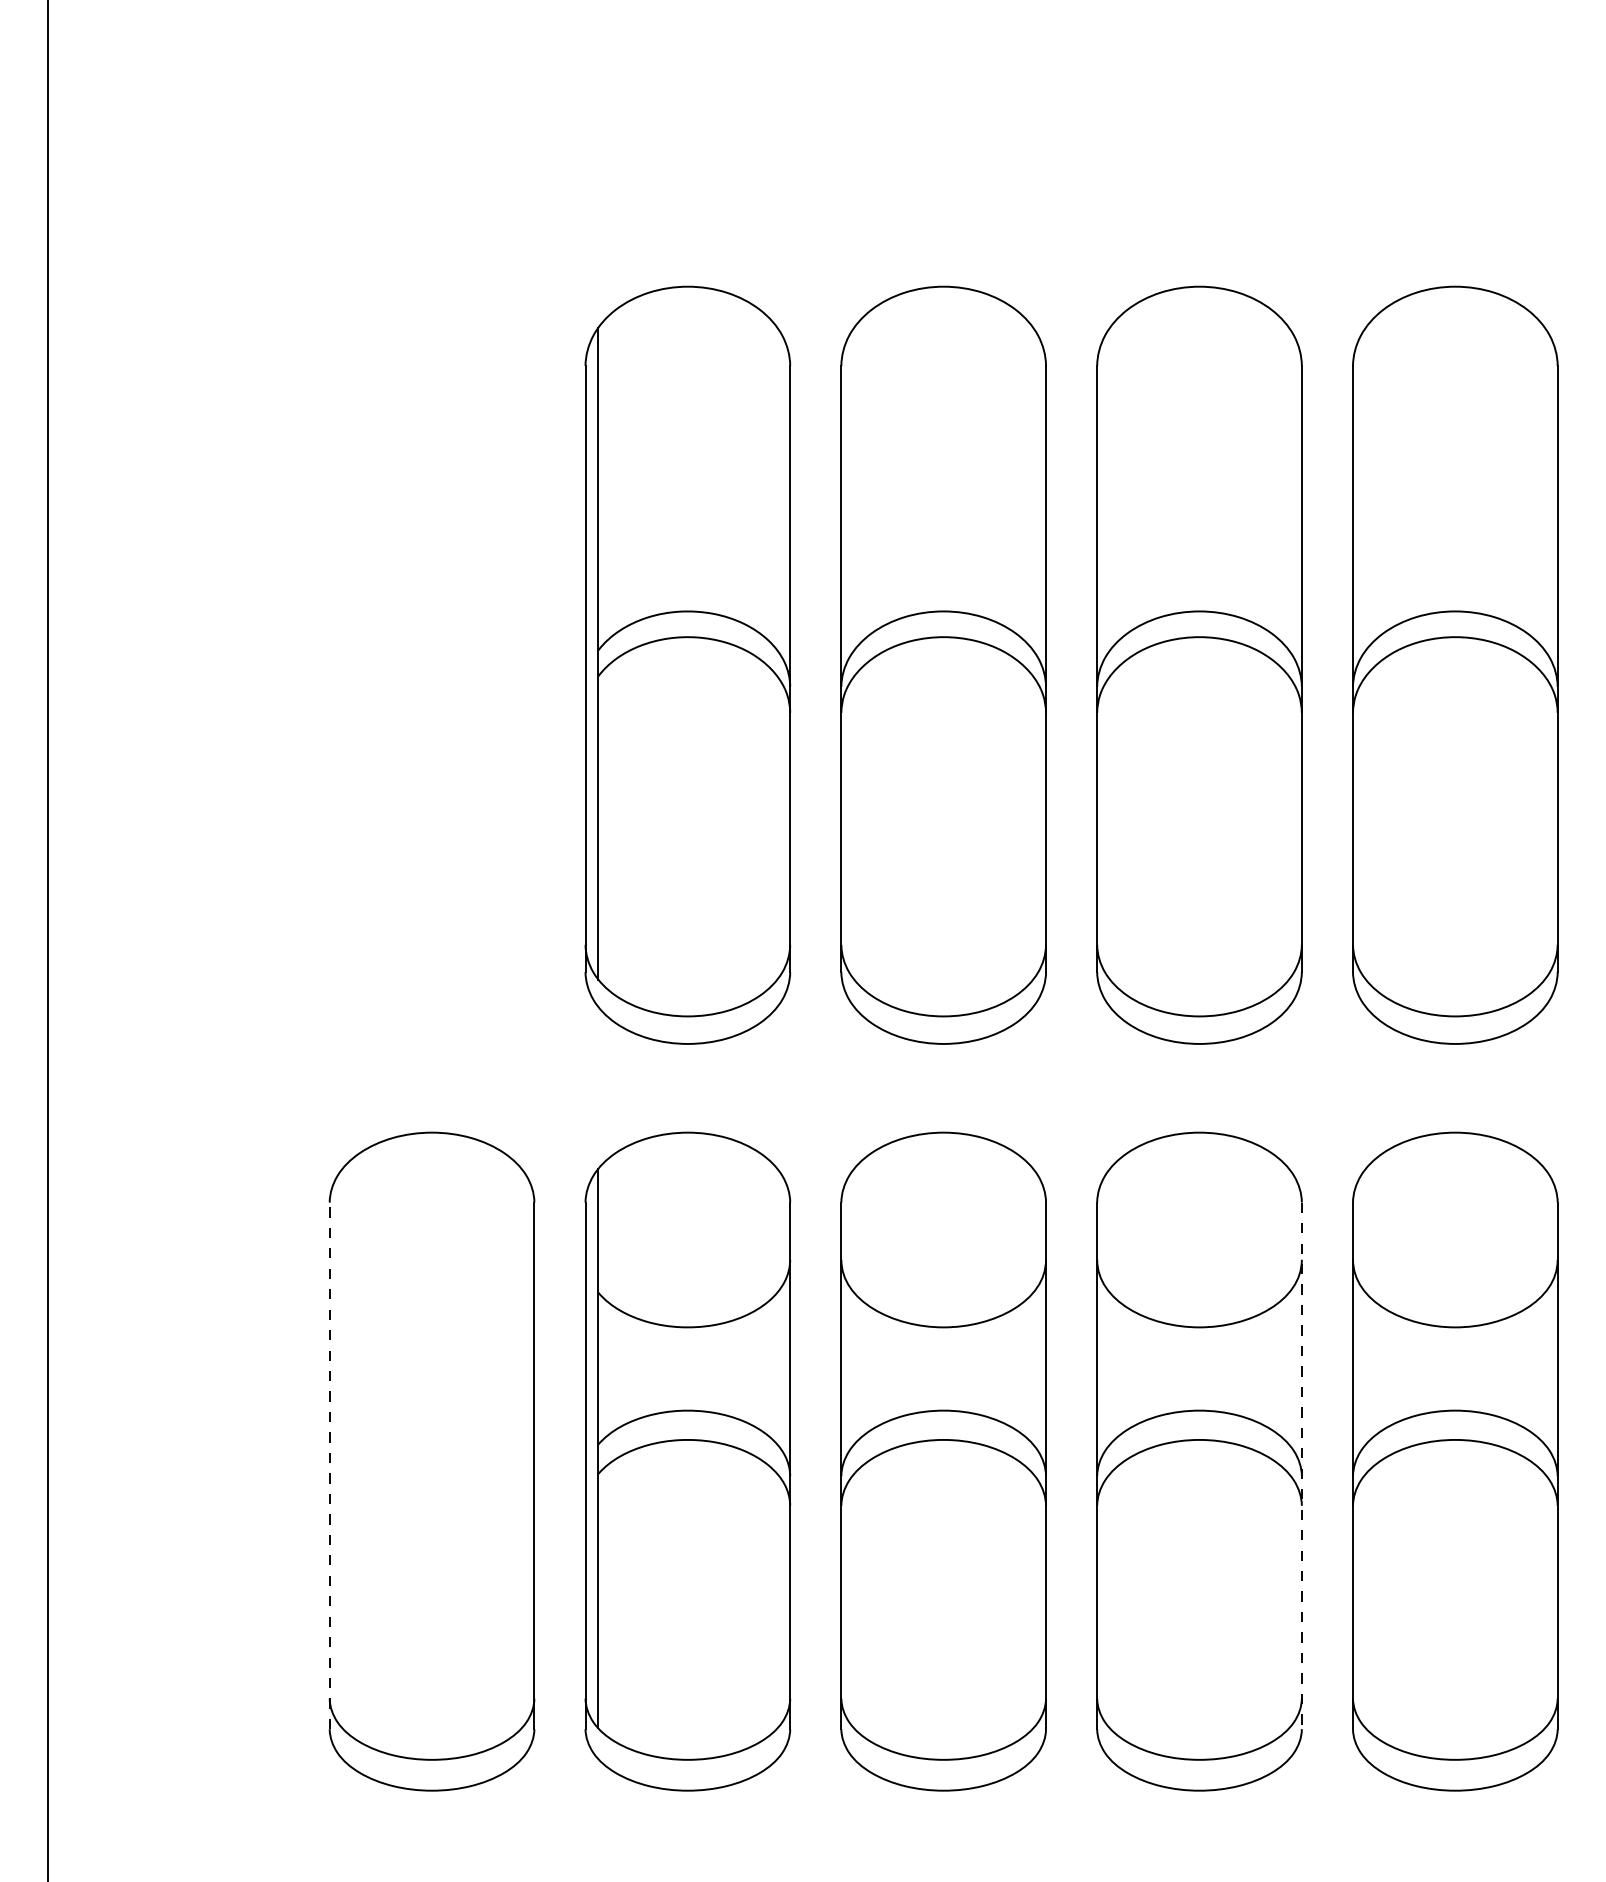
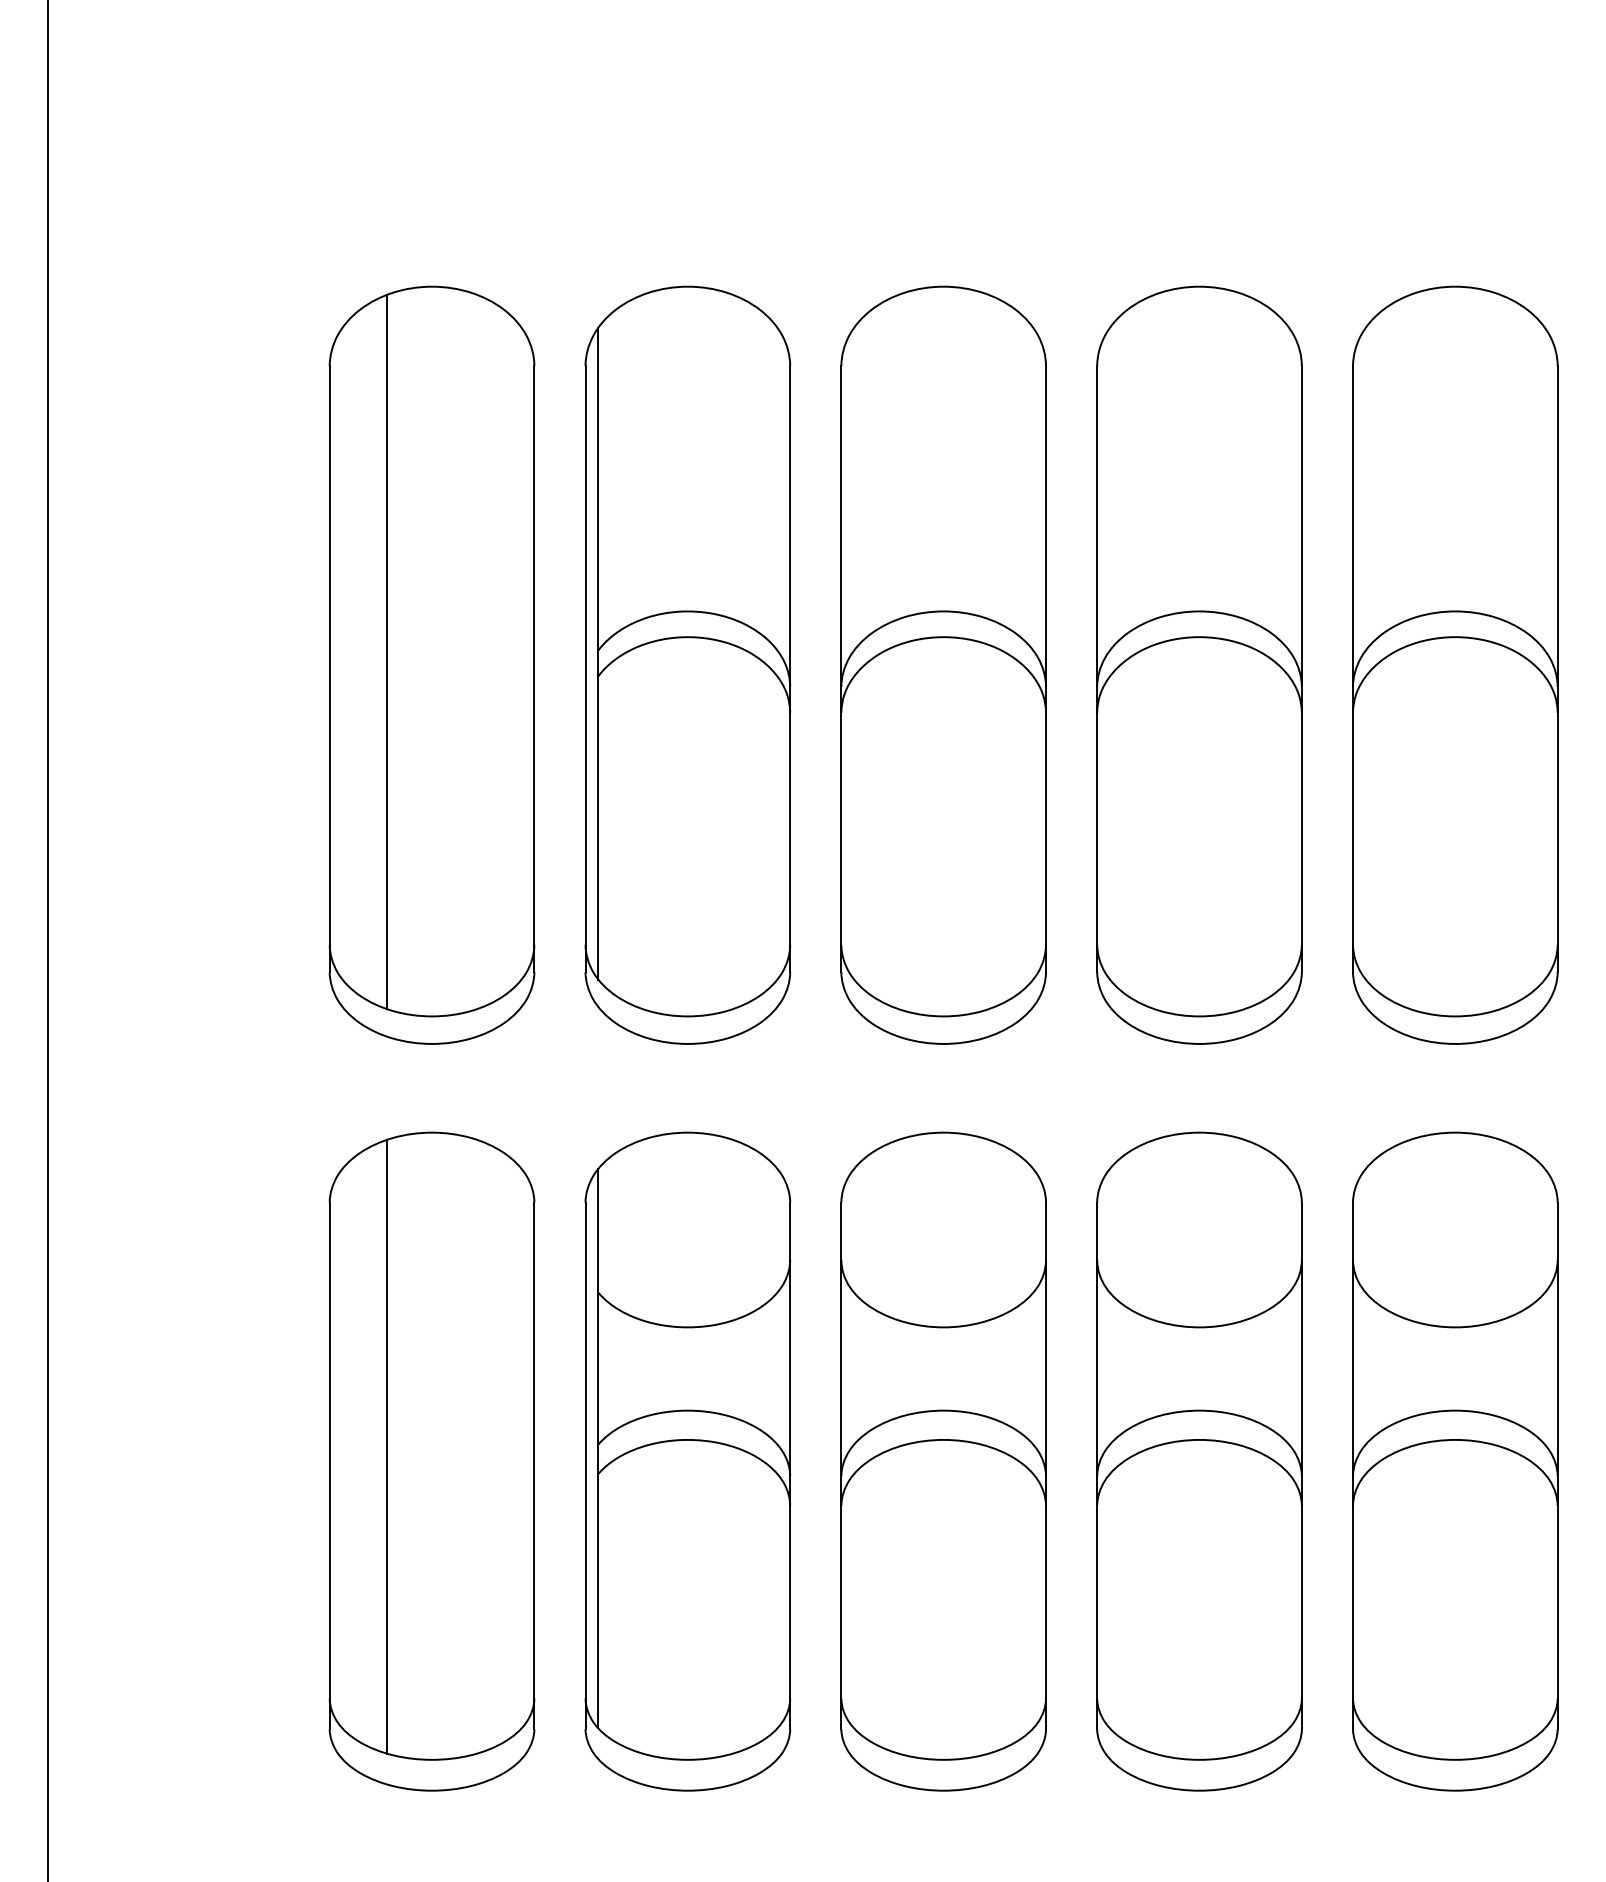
part at (431, 664): none -> present
line at (387, 1446): none -> present
line at (329, 1465): dashed -> solid
line at (1301, 1466): dashed -> solid
